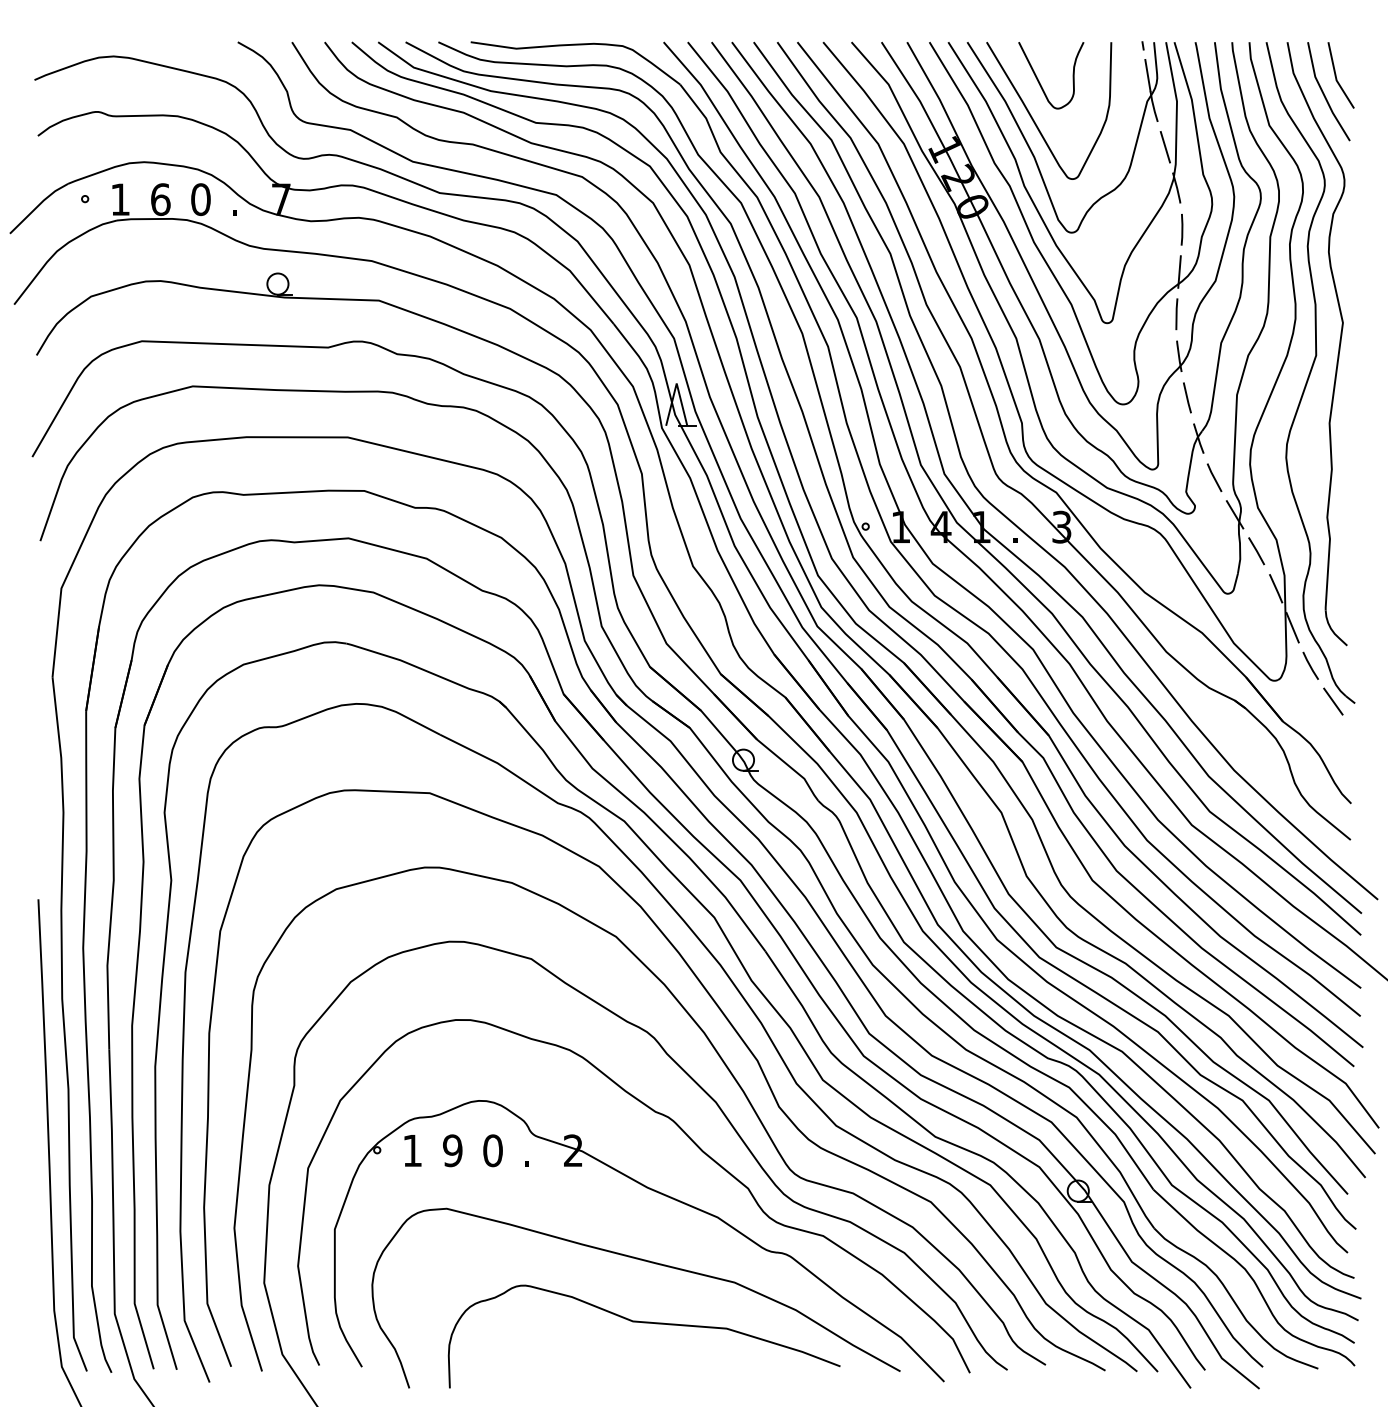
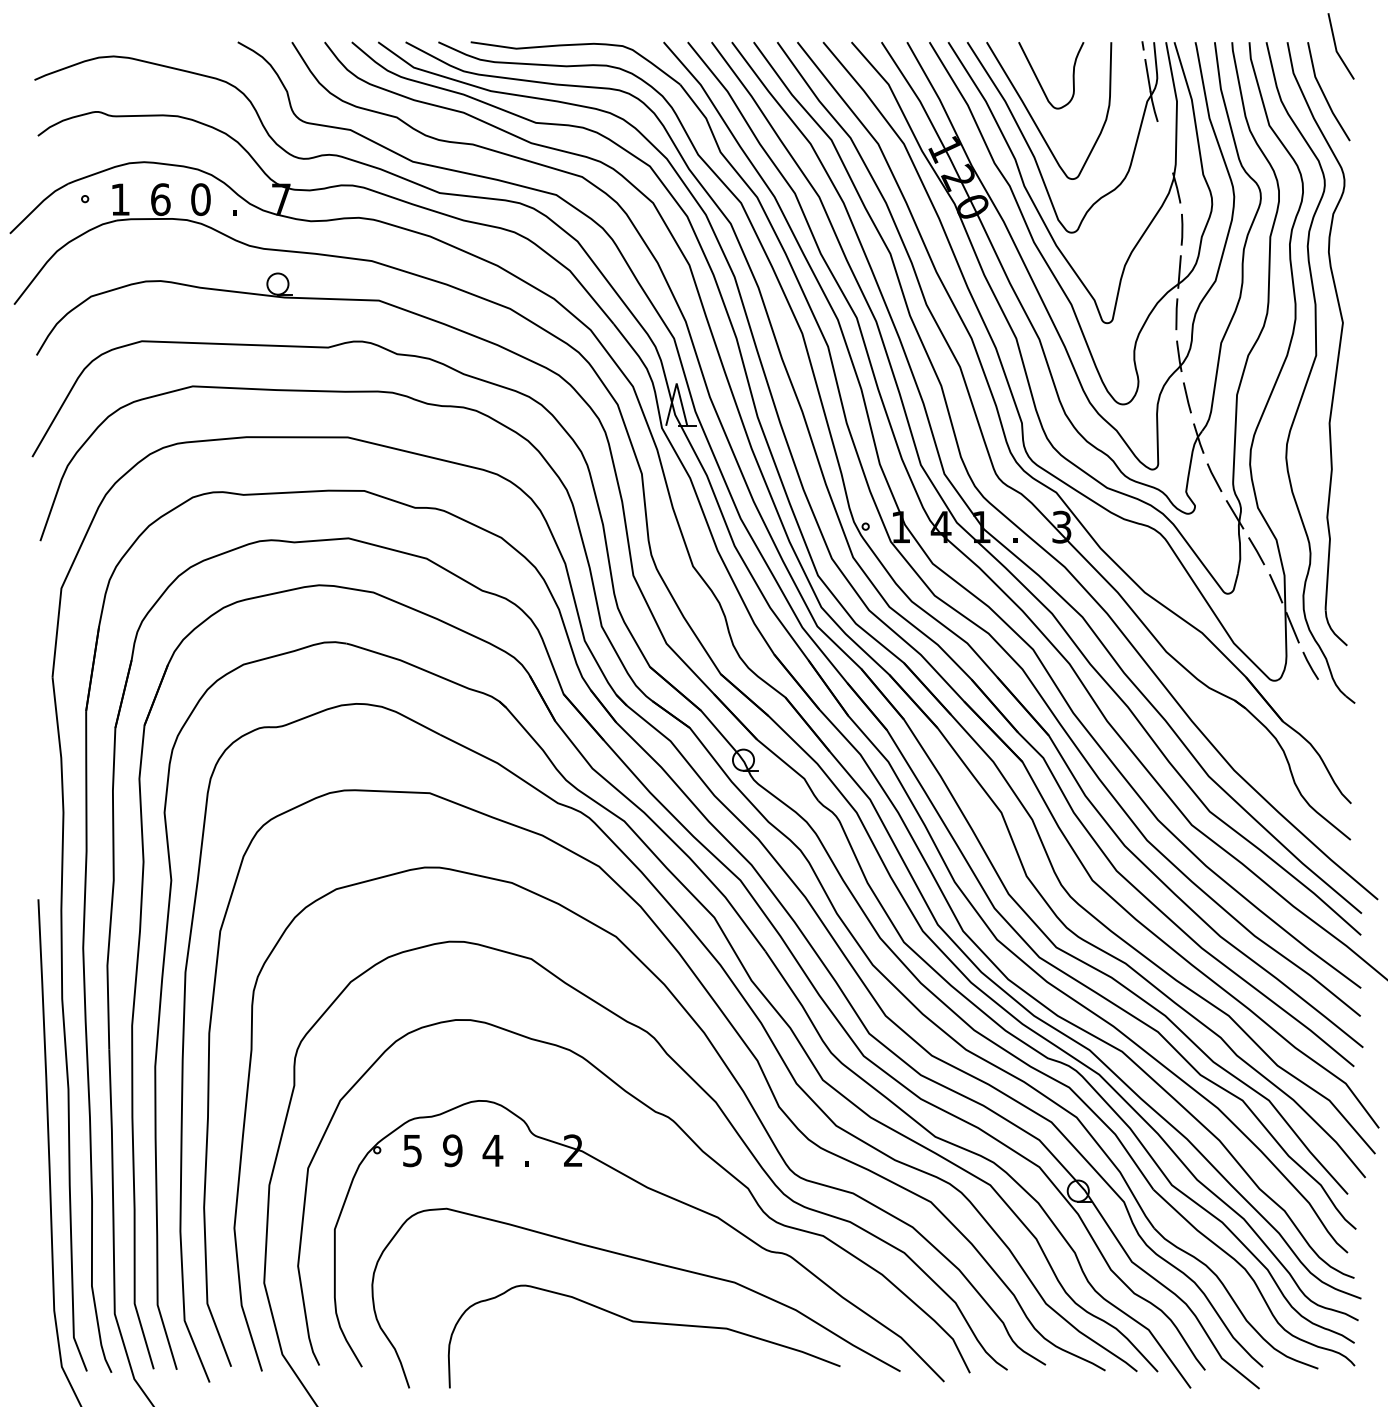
line at (1336, 75) position: (1336, 75) -> (1336, 46)
line at (1164, 147): present -> none
line at (1333, 701): present -> none
text at (492, 1150): 0 -> 4
text at (412, 1151): 1 -> 5
